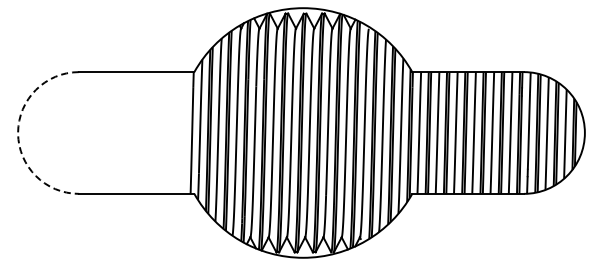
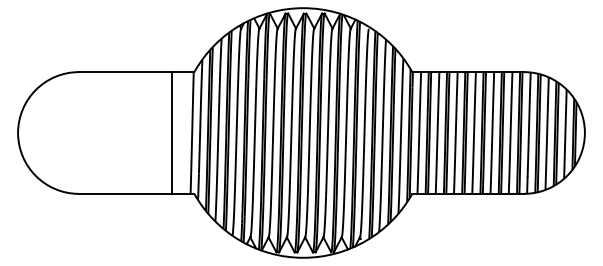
line at (172, 132): none -> present
arc at (18, 133): dashed -> solid
